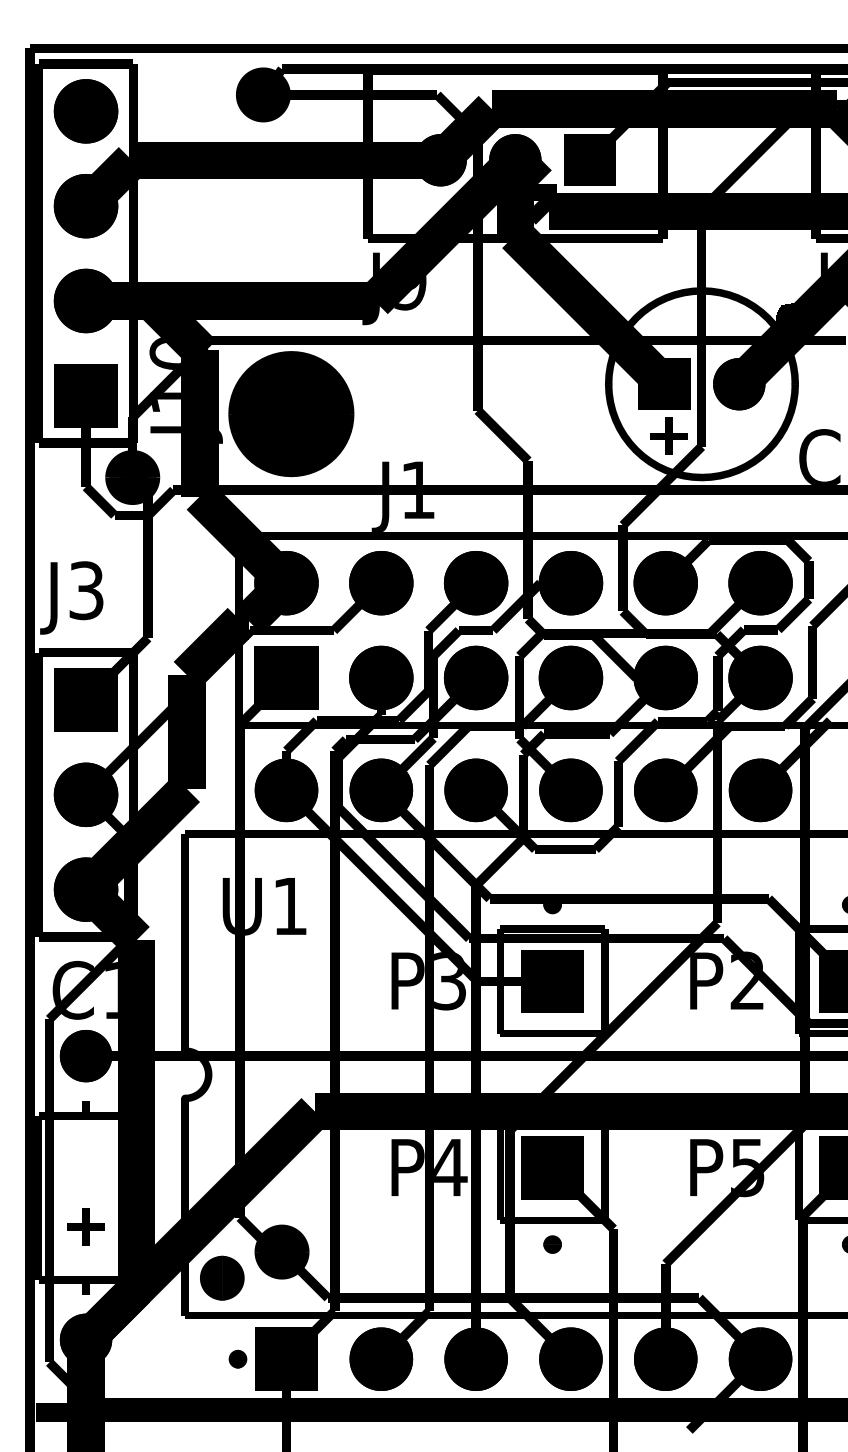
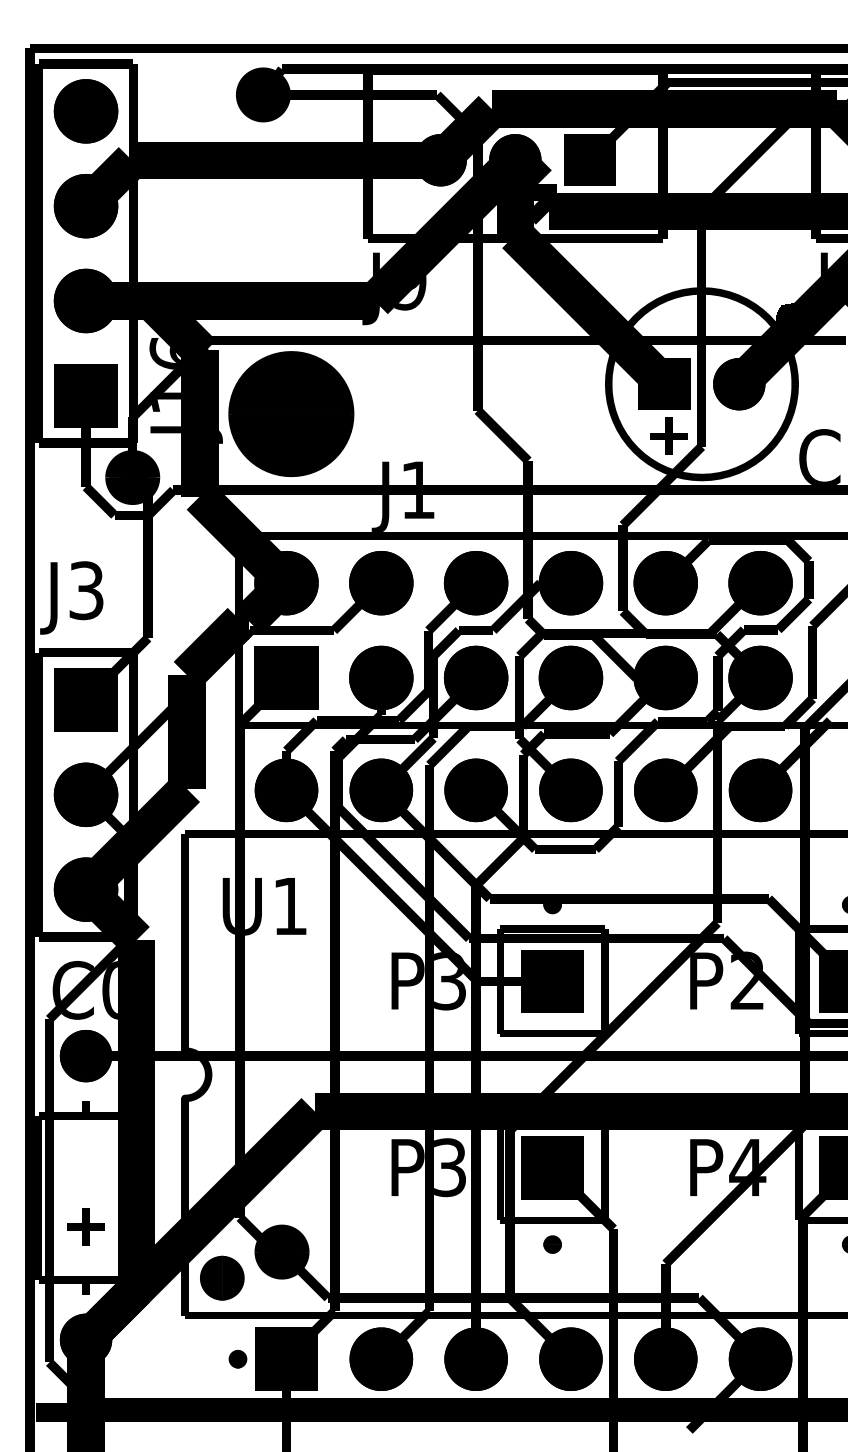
text at (178, 353): J10 -> J16
text at (109, 990): C1 -> C0
text at (450, 1167): P4 -> P3
text at (747, 1168): P5 -> P4
